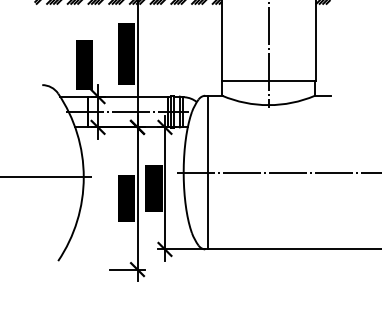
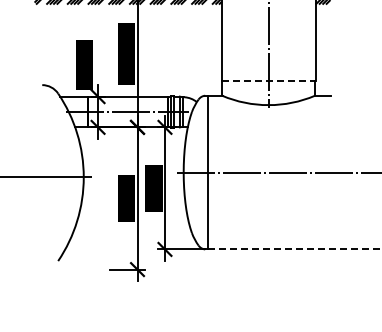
line at (268, 80): solid -> dashed
line at (295, 249): solid -> dashed
